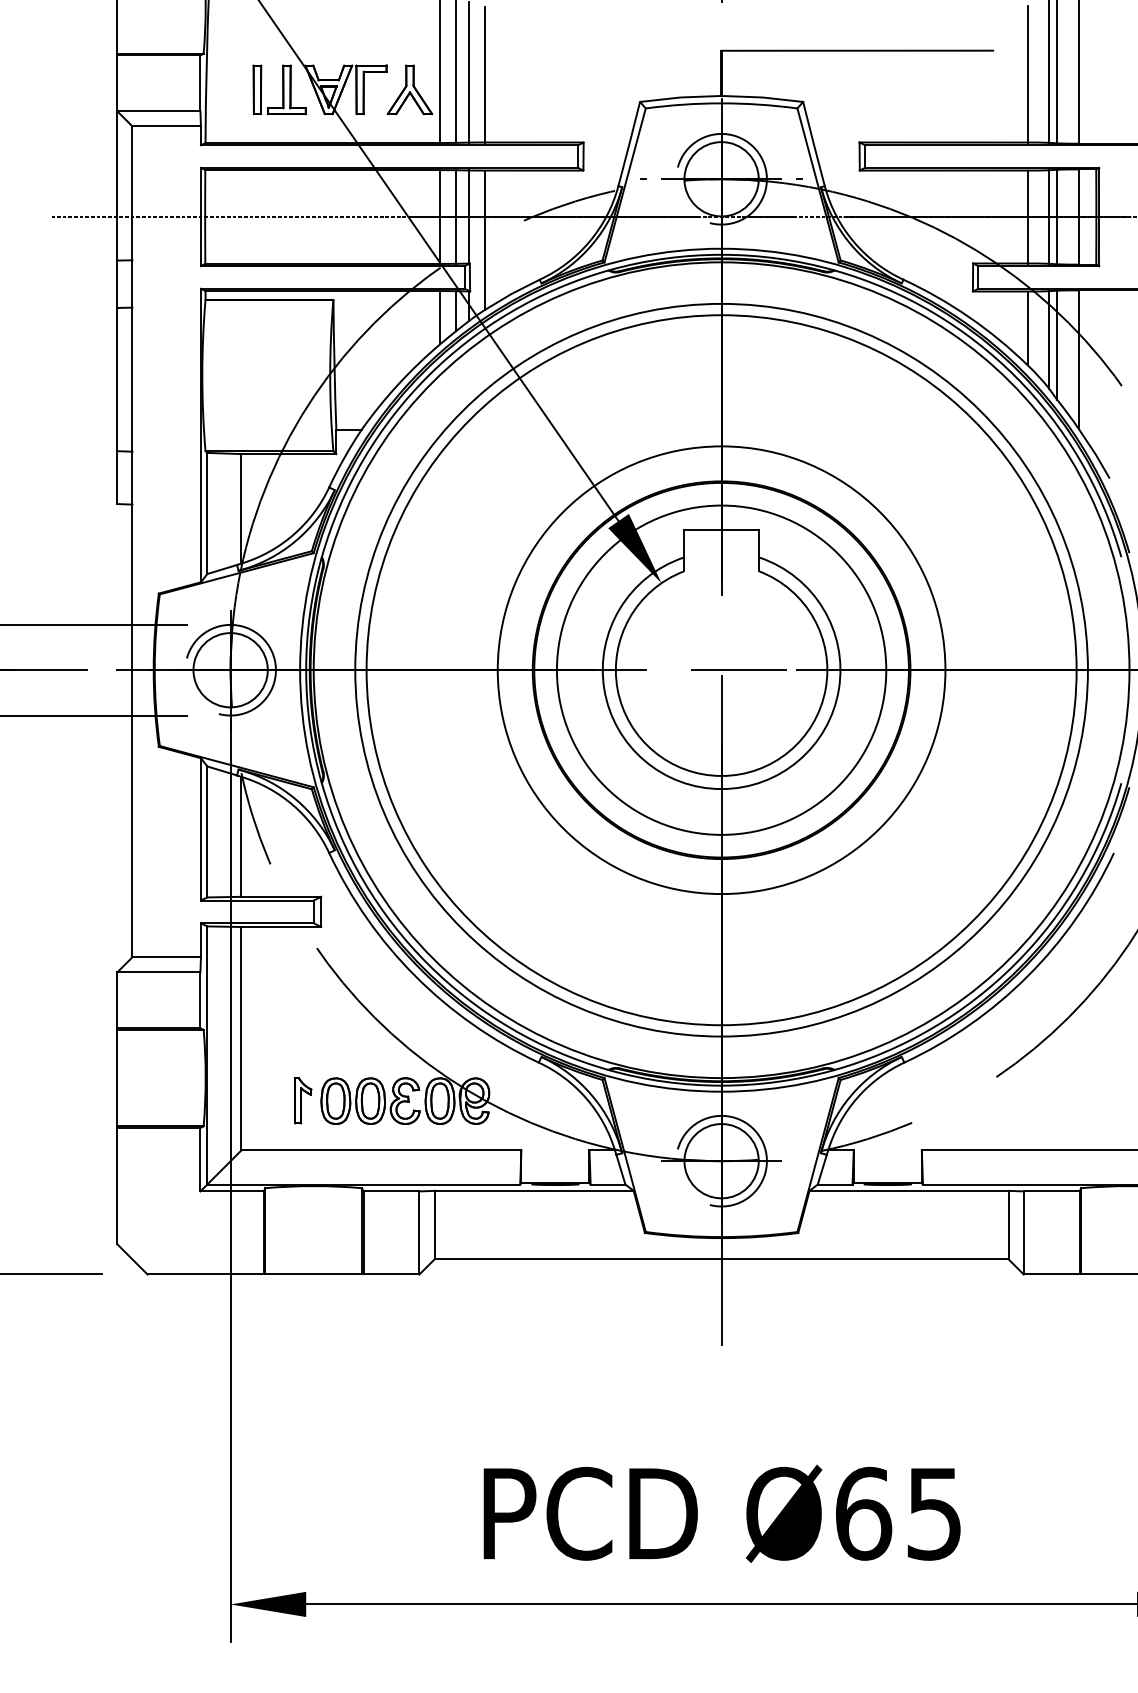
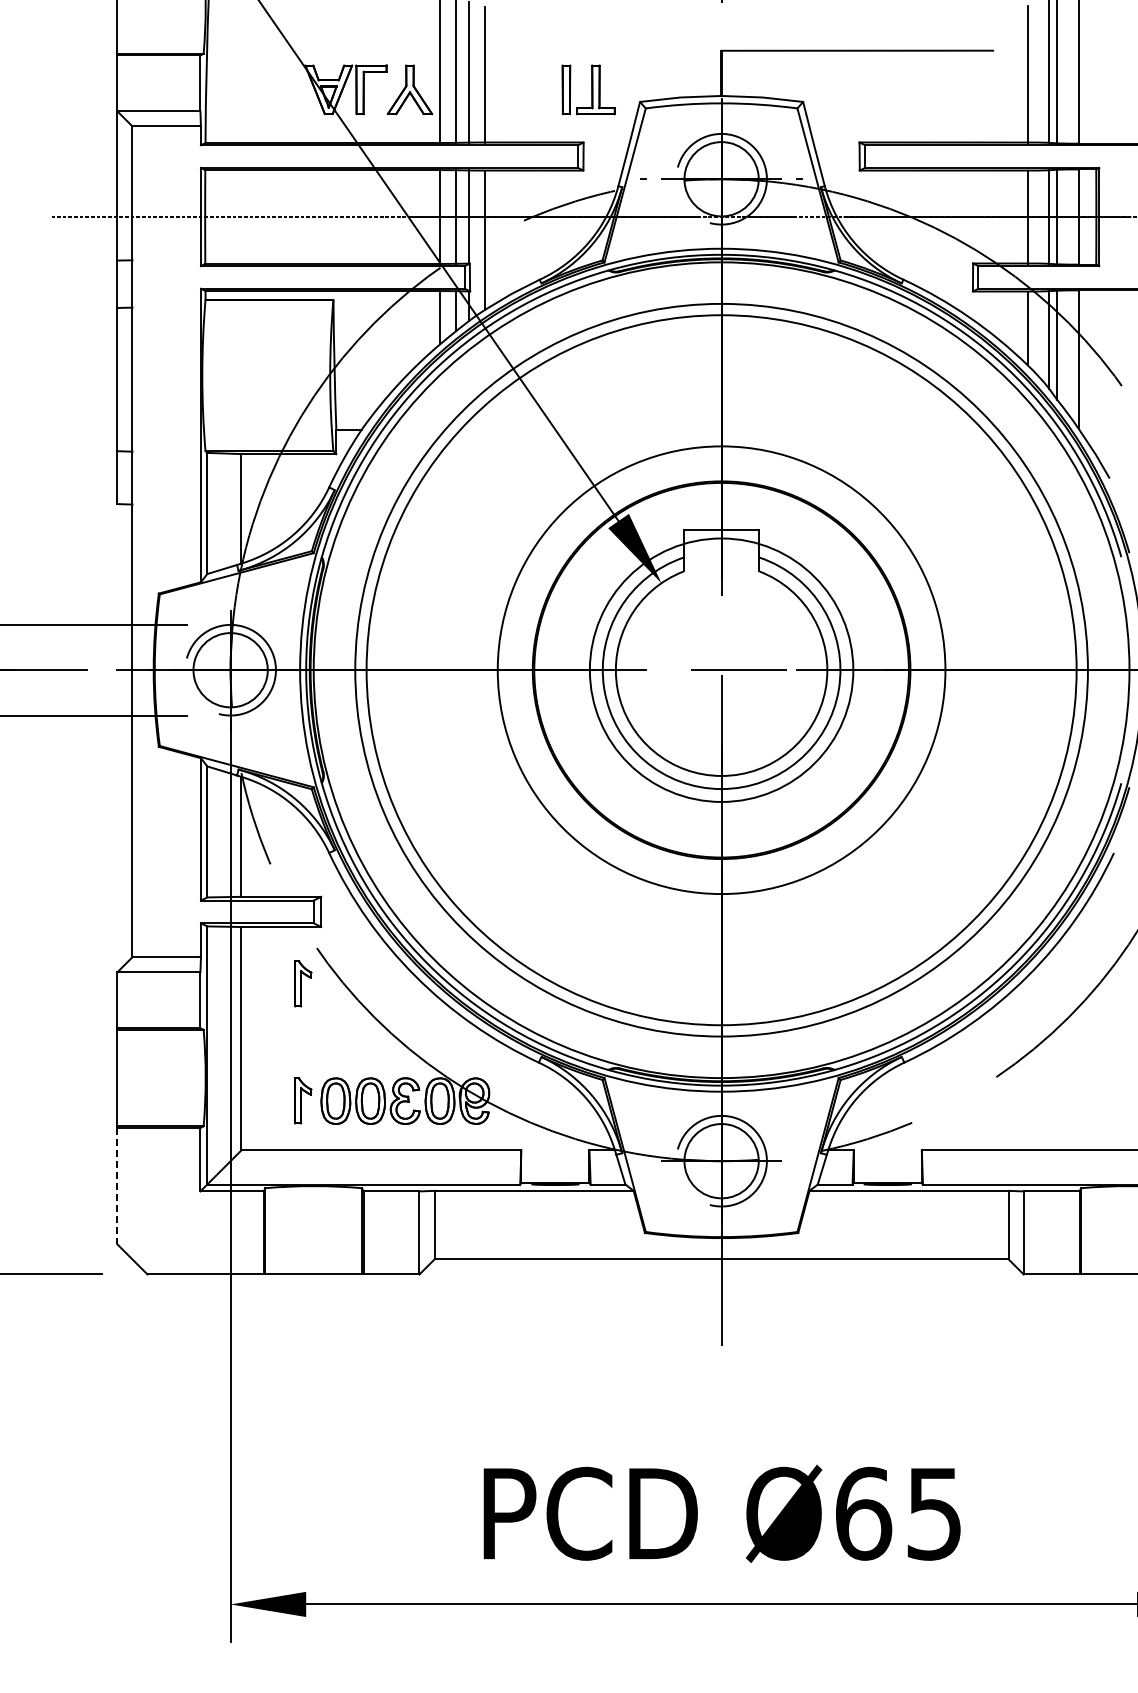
part at (279, 89) position: (279, 89) -> (588, 89)
circle at (721, 669) diameter: 329 px -> 263 px
part at (303, 983): none -> present
line at (117, 1186): solid -> dashed
